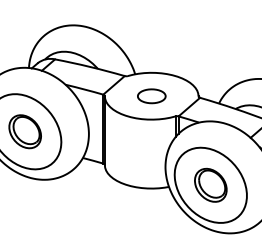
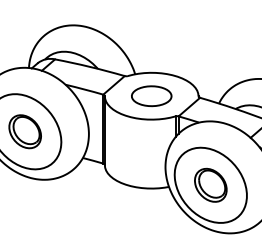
part at (151, 96) size: 30x17 px -> 42x23 px
